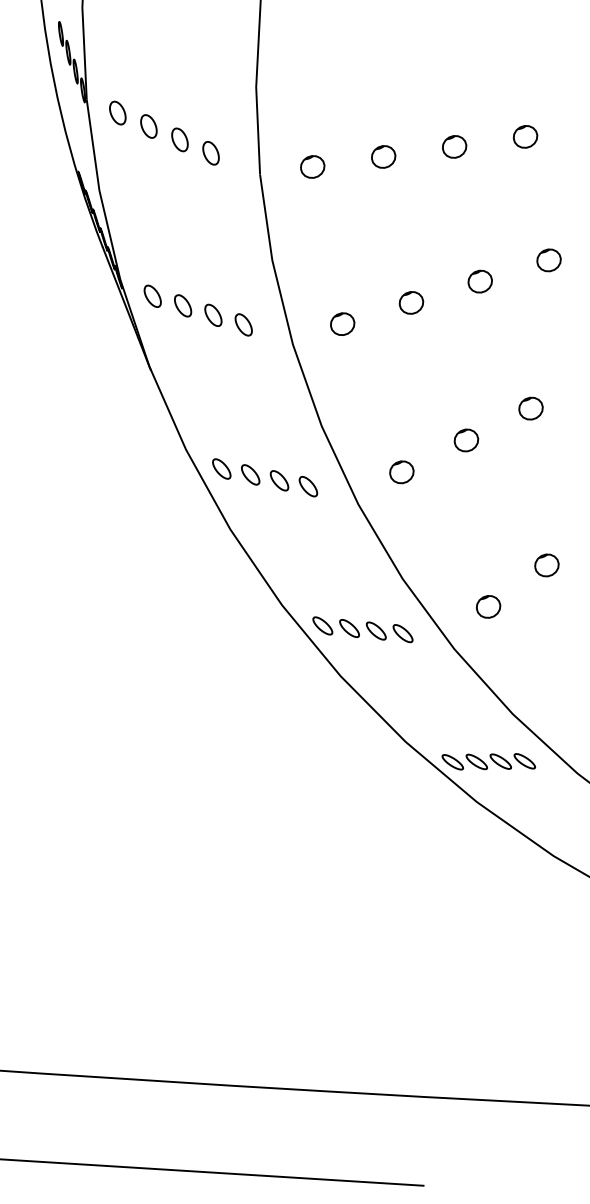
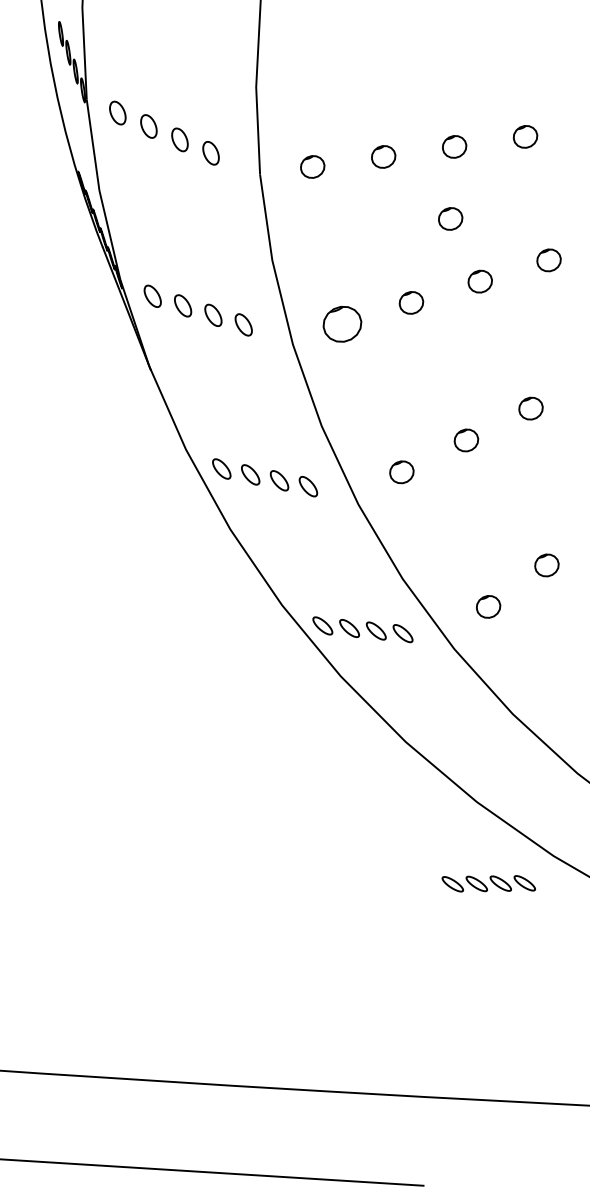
part at (450, 218): none -> present
part at (342, 323) size: 26x24 px -> 41x37 px
part at (488, 761) position: (488, 761) -> (488, 883)
